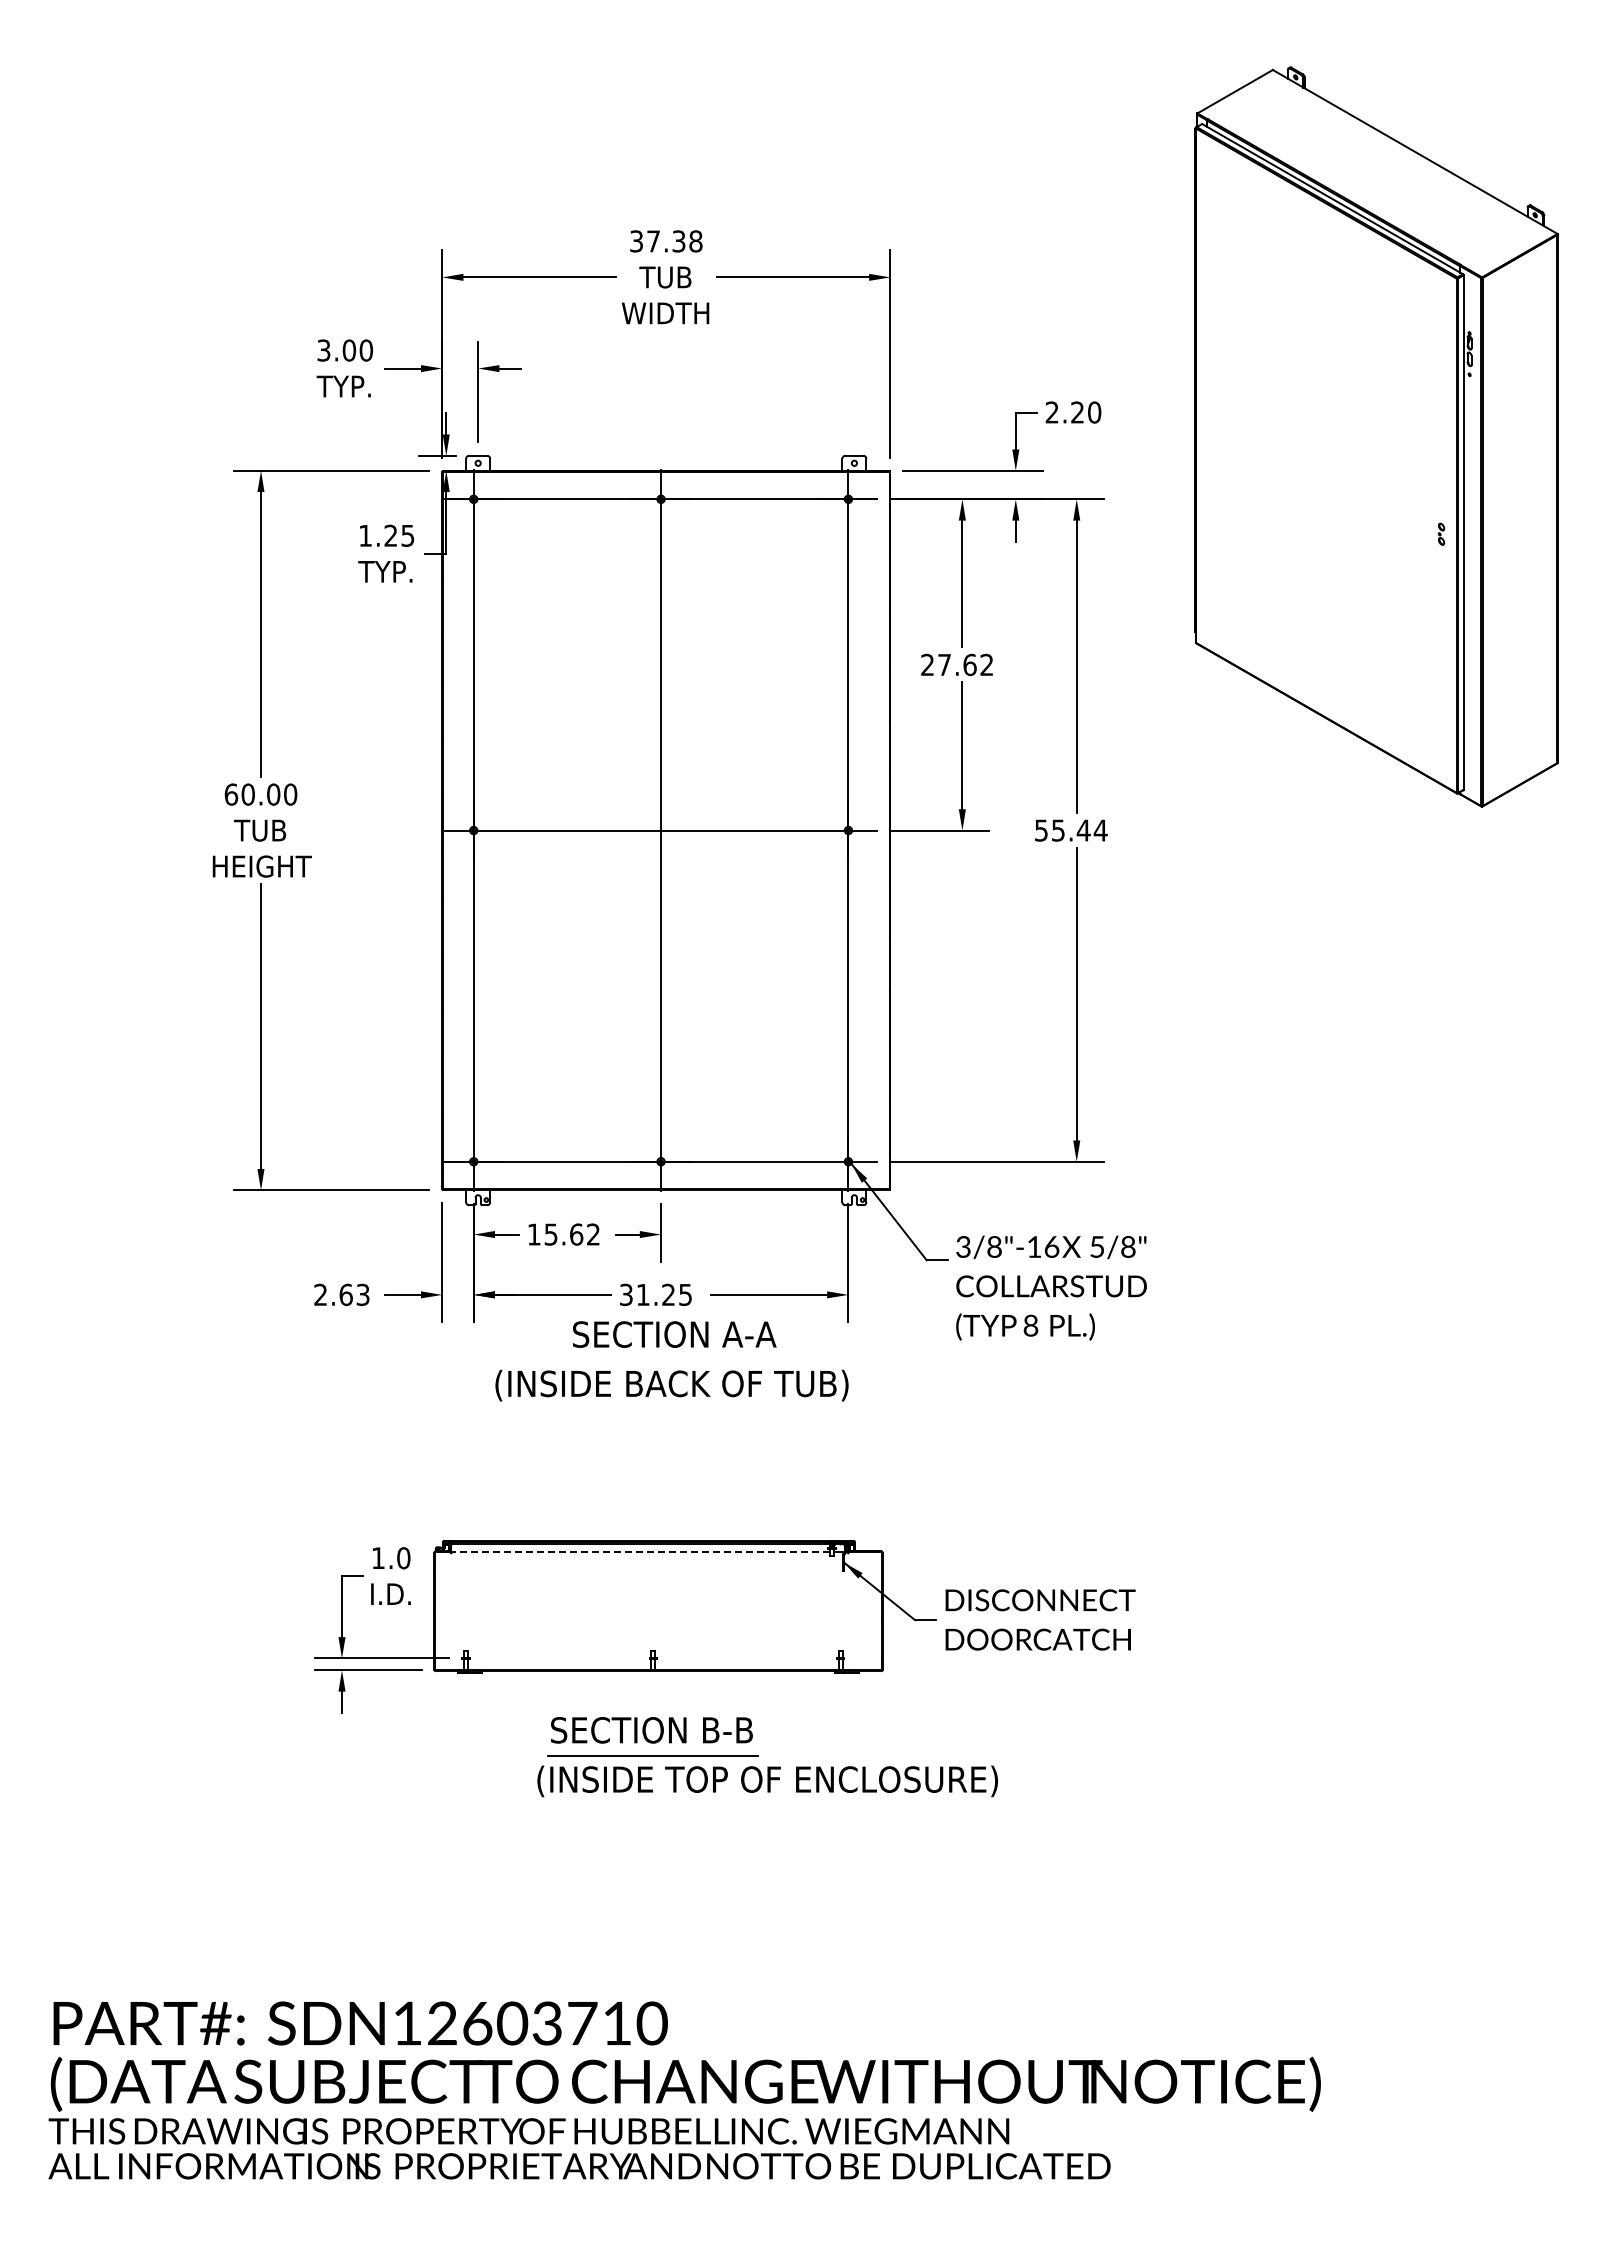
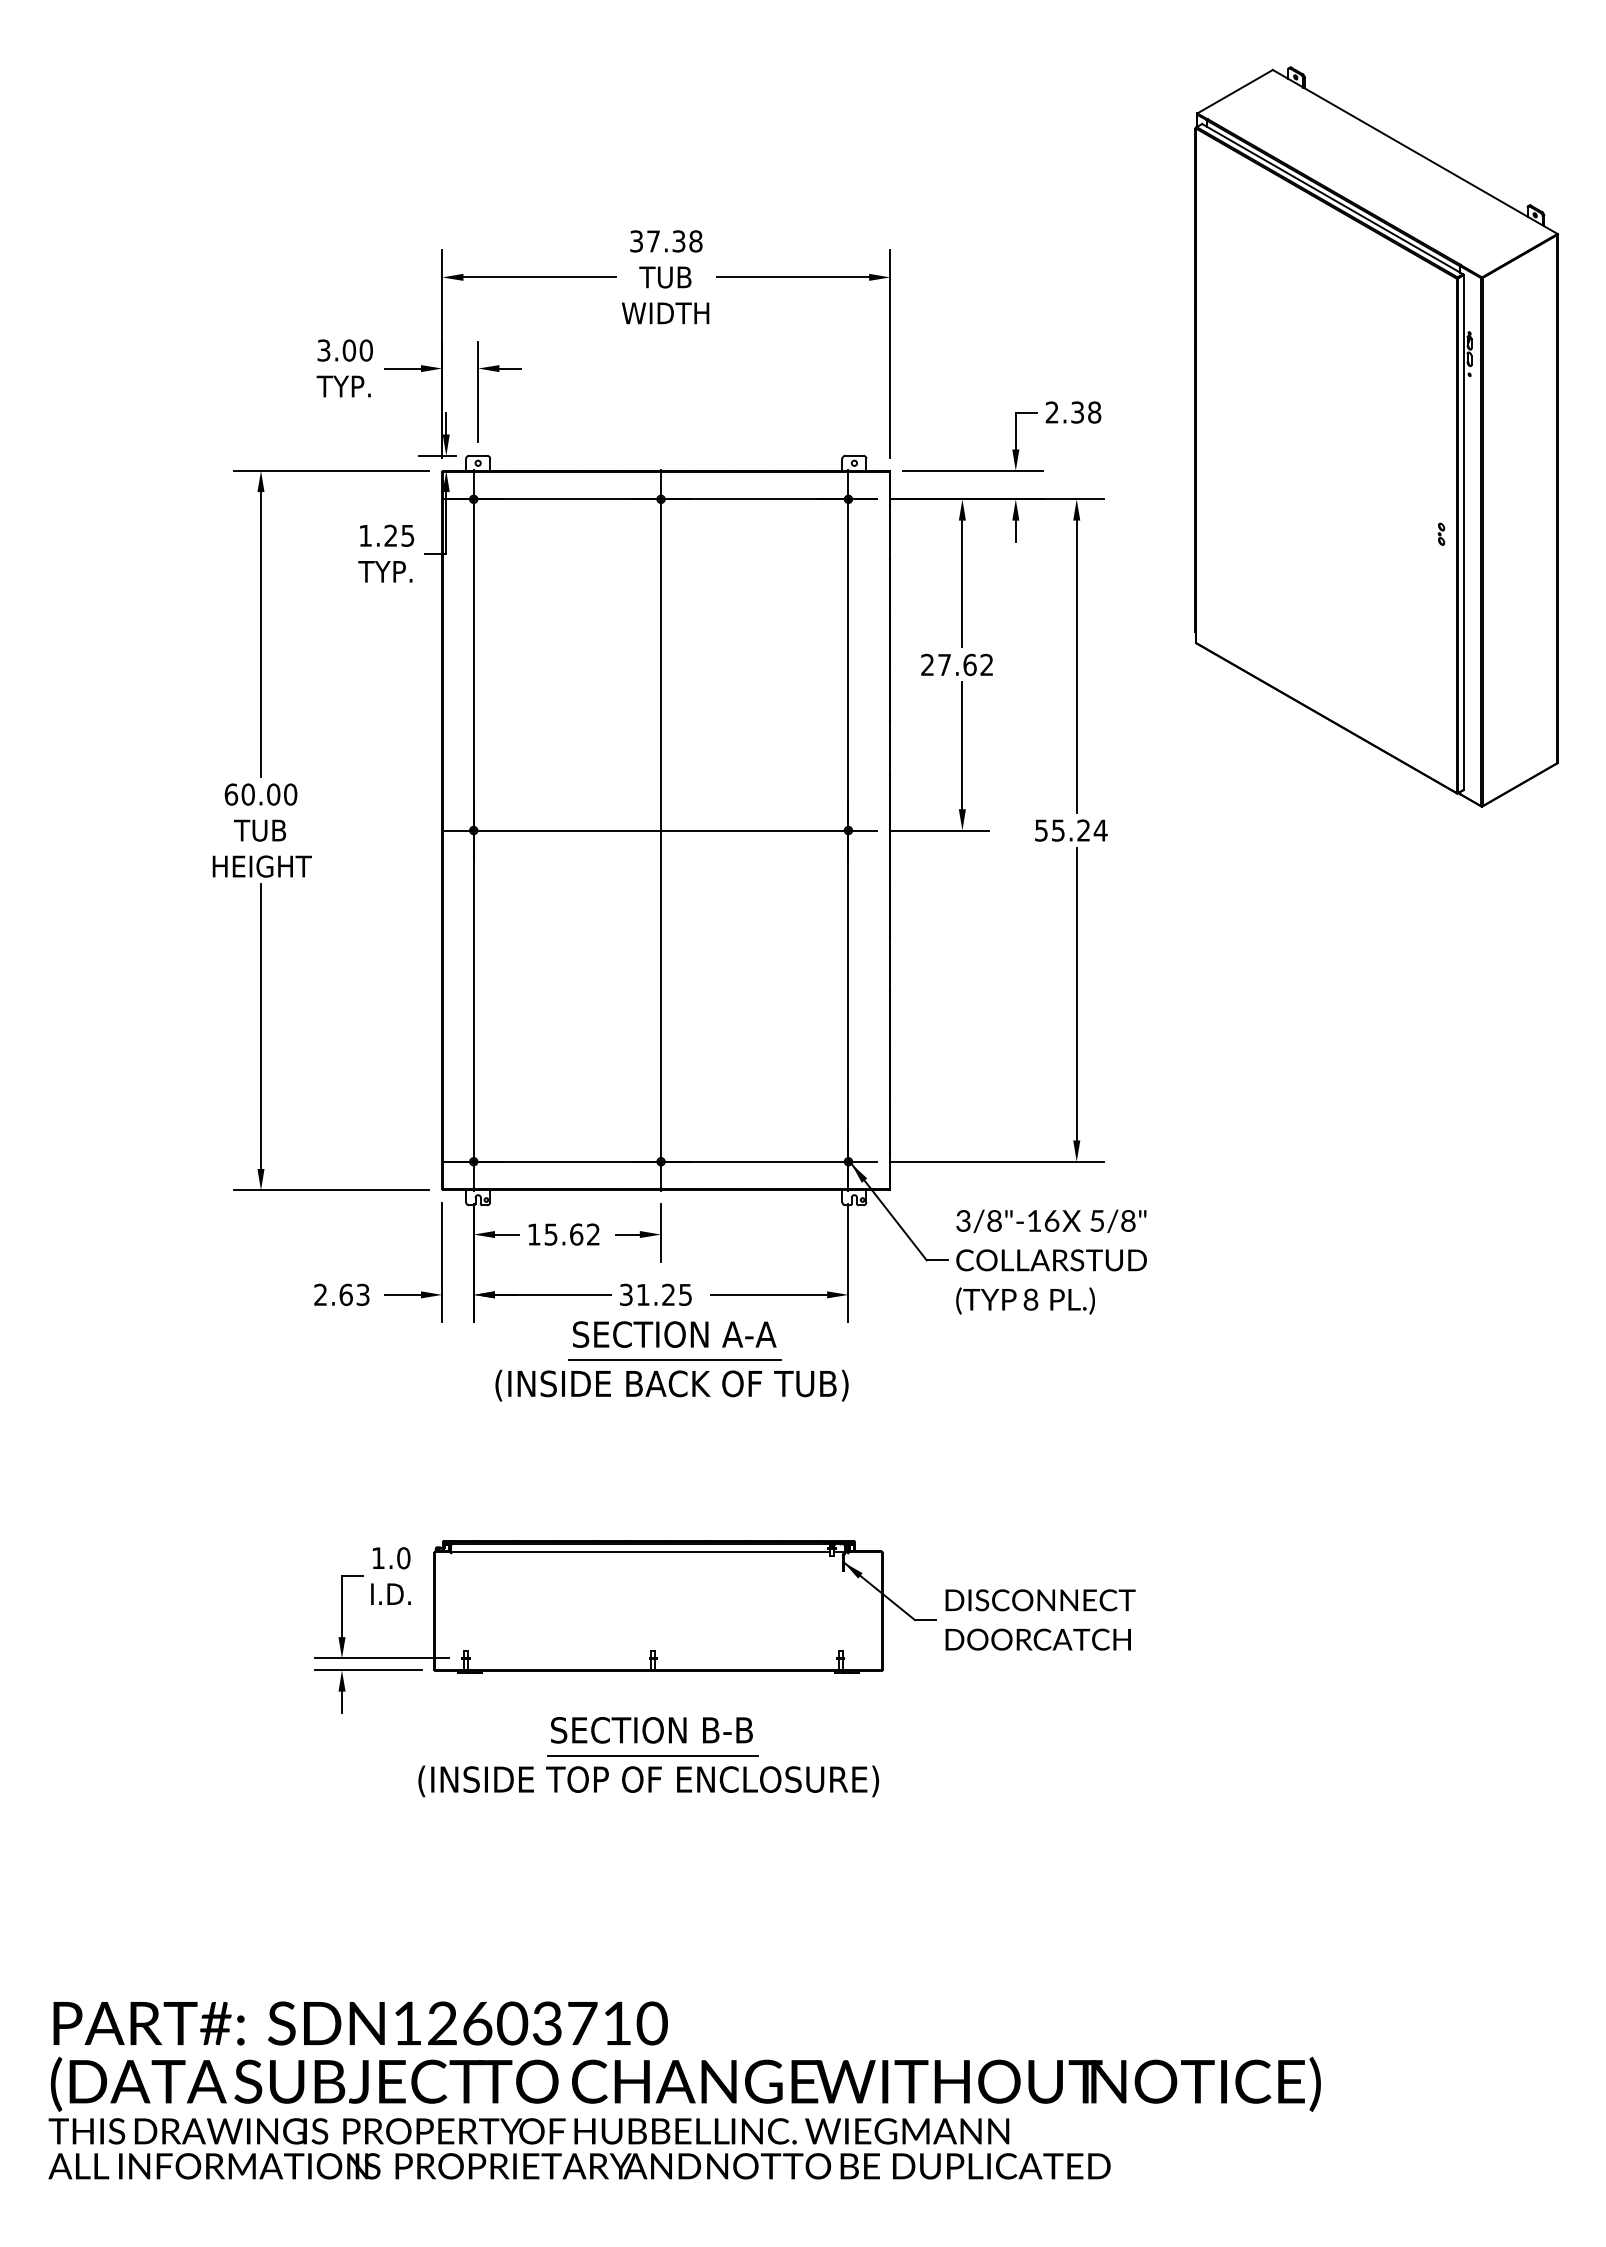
text at (1086, 412): 2.20 -> 2.38
text at (1083, 830): 55.44 -> 55.24
text at (1051, 1287) position: (1051, 1287) -> (1051, 1261)
line at (674, 1360): none -> present
line at (640, 1552): dashed -> solid
text at (767, 1781) position: (767, 1781) -> (648, 1781)
